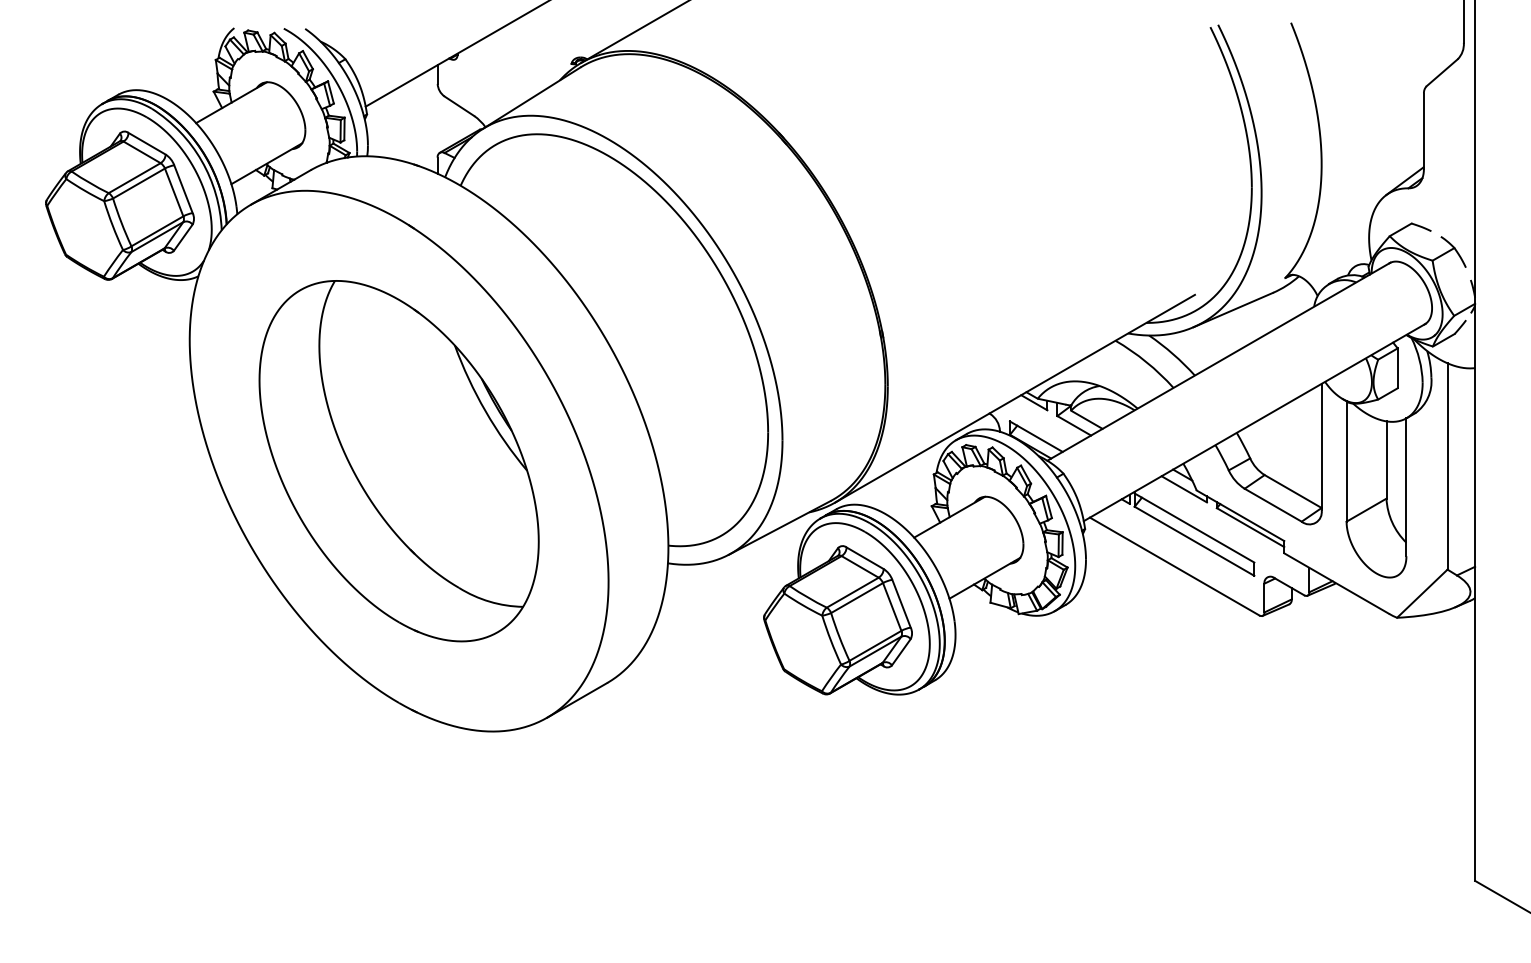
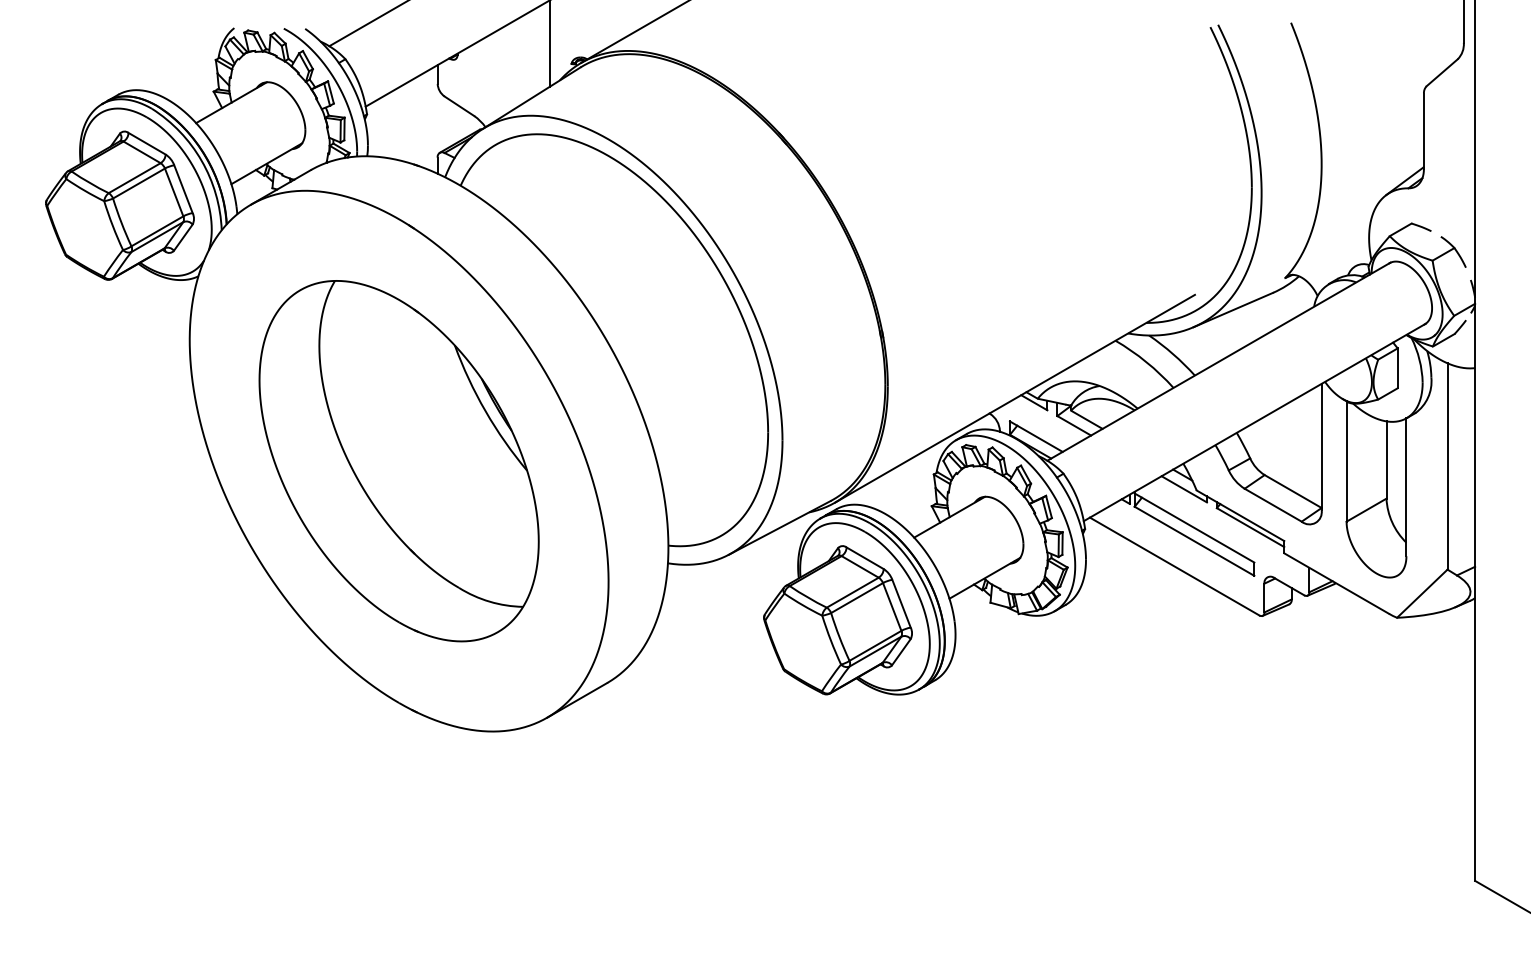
line at (367, 24): none -> present
line at (549, 44): none -> present
